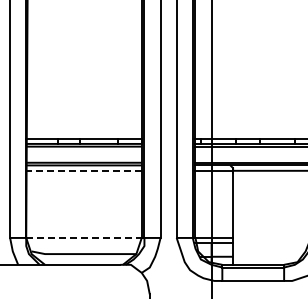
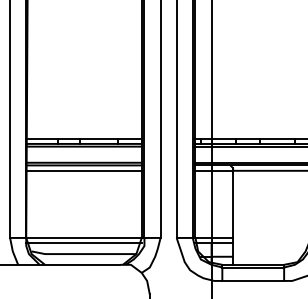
line at (83, 170): dashed -> solid
line at (83, 237): dashed -> solid
line at (83, 243): none -> present
